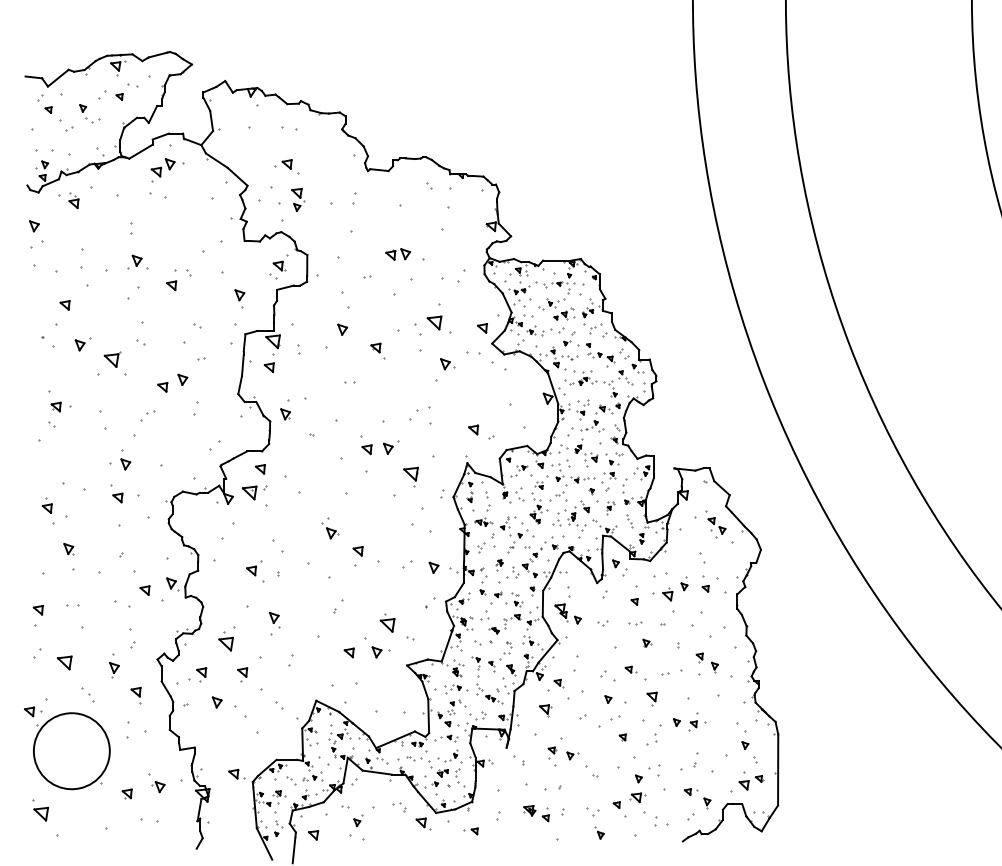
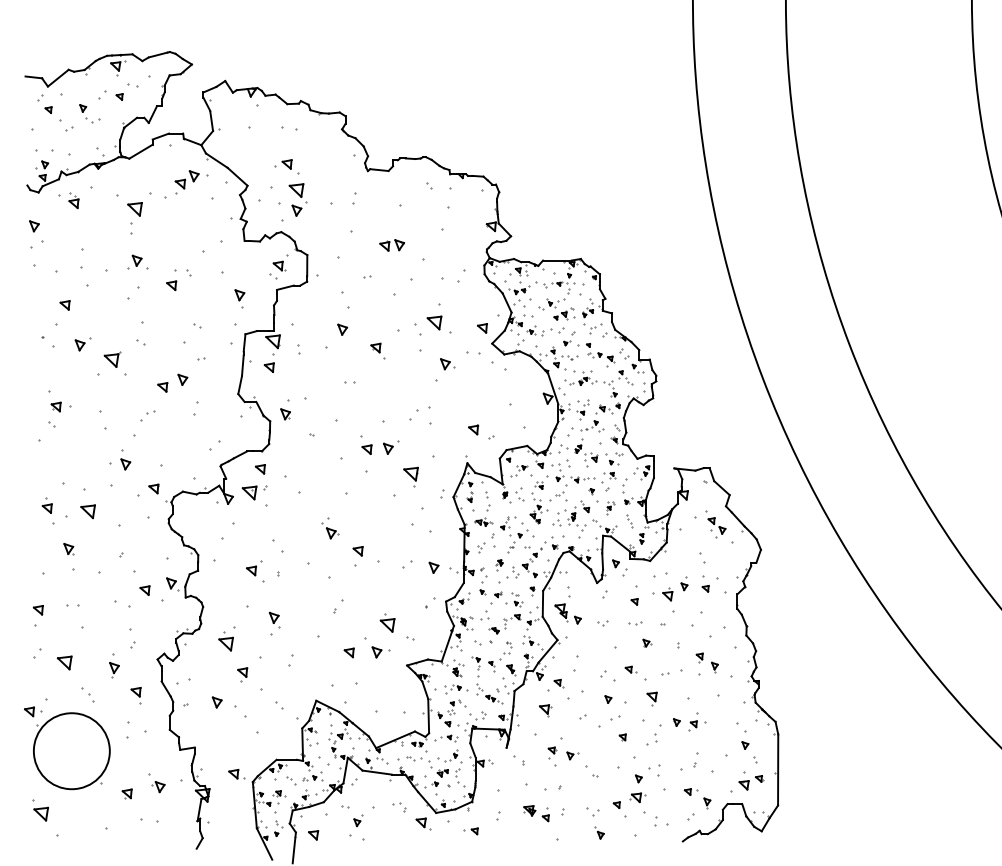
part at (167, 170) position: (167, 170) -> (191, 182)
part at (298, 199) size: 15x24 px -> 20x34 px
part at (134, 209): none -> present
part at (398, 254) position: (398, 254) -> (392, 245)
part at (117, 497) position: (117, 497) -> (153, 488)
part at (87, 511): none -> present
part at (201, 674): present -> none
